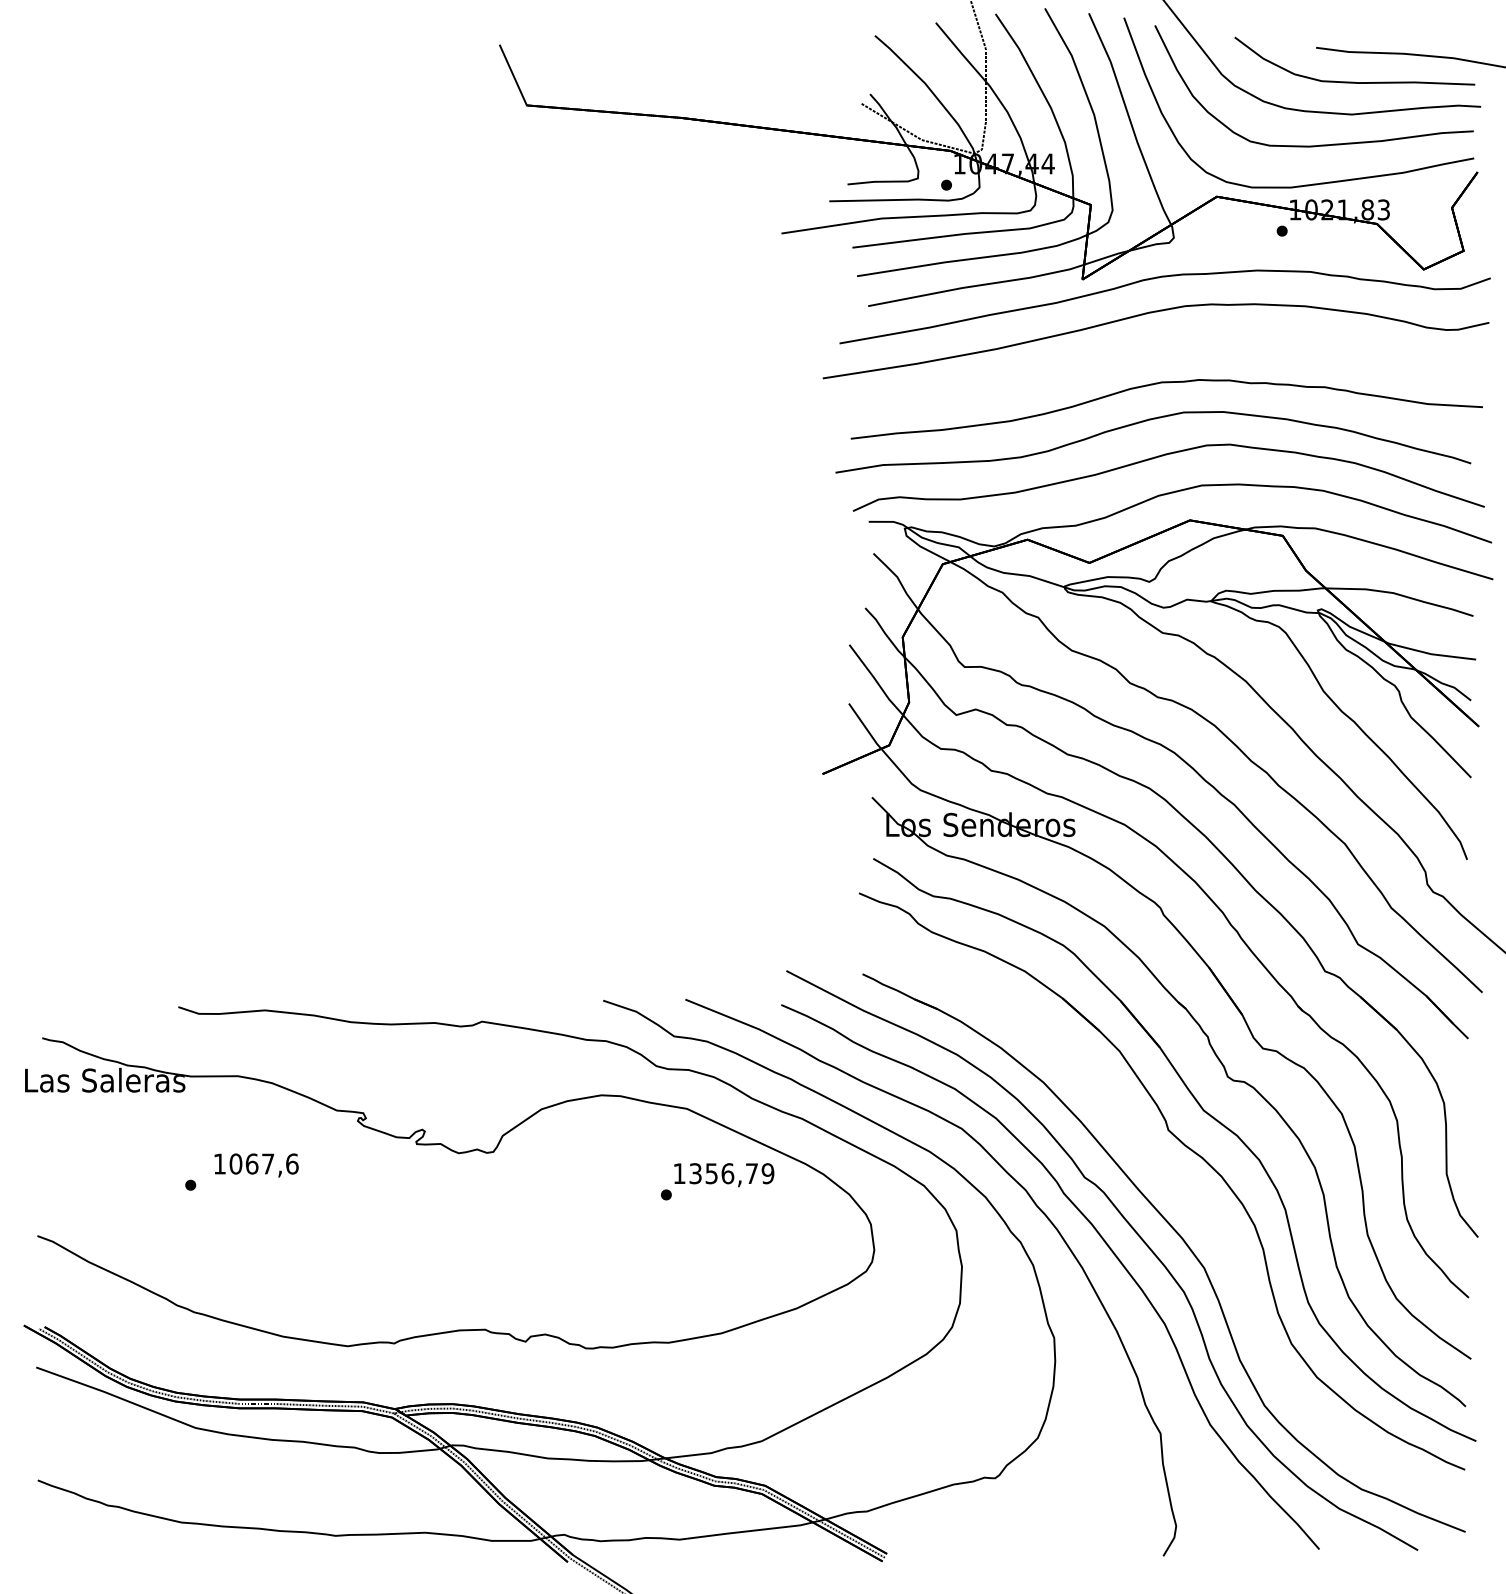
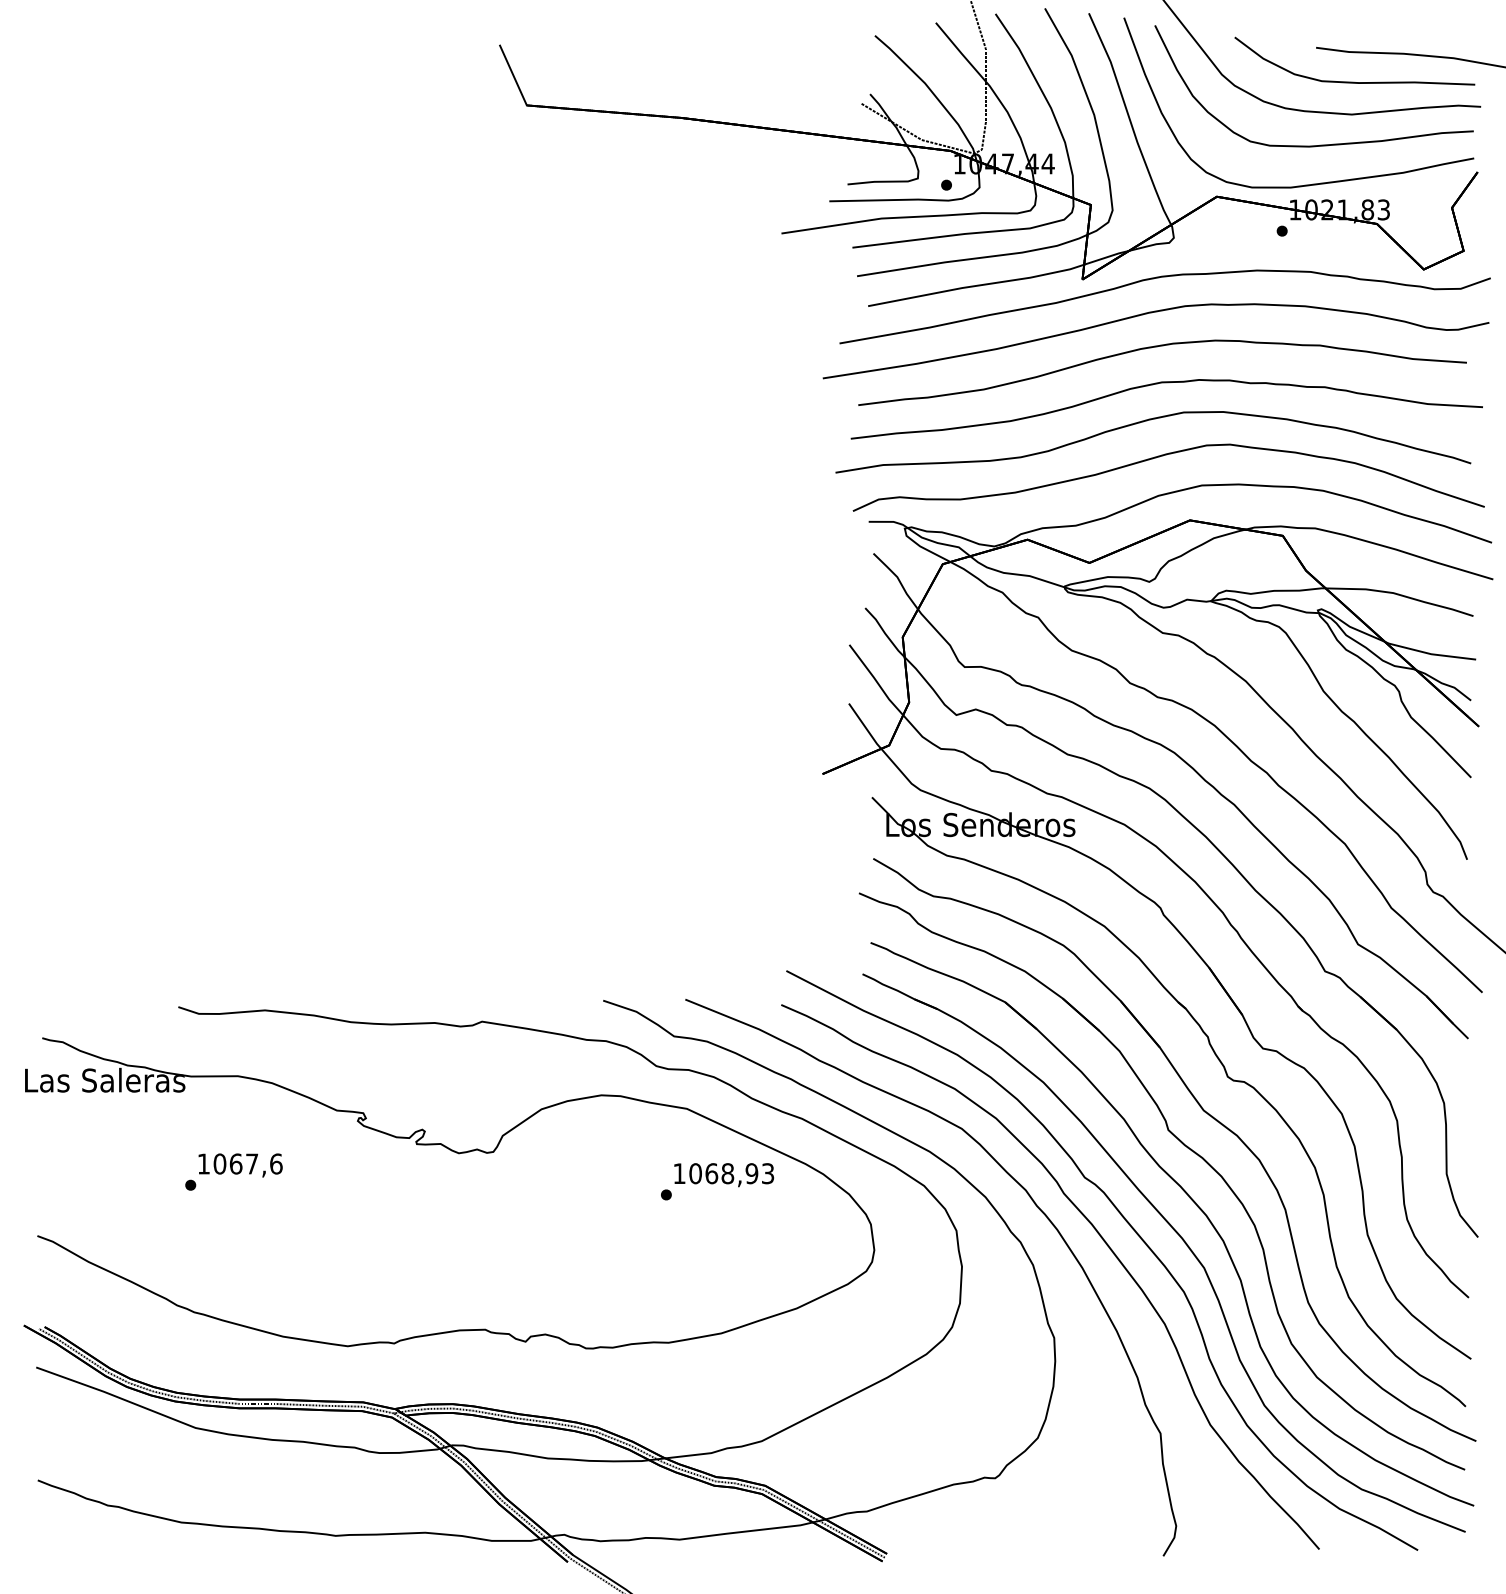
curve at (1157, 347): none -> present
text at (256, 1165) position: (256, 1165) -> (240, 1165)
text at (731, 1173): 1356,79 -> 1068,93
part at (1197, 1207): none -> present
